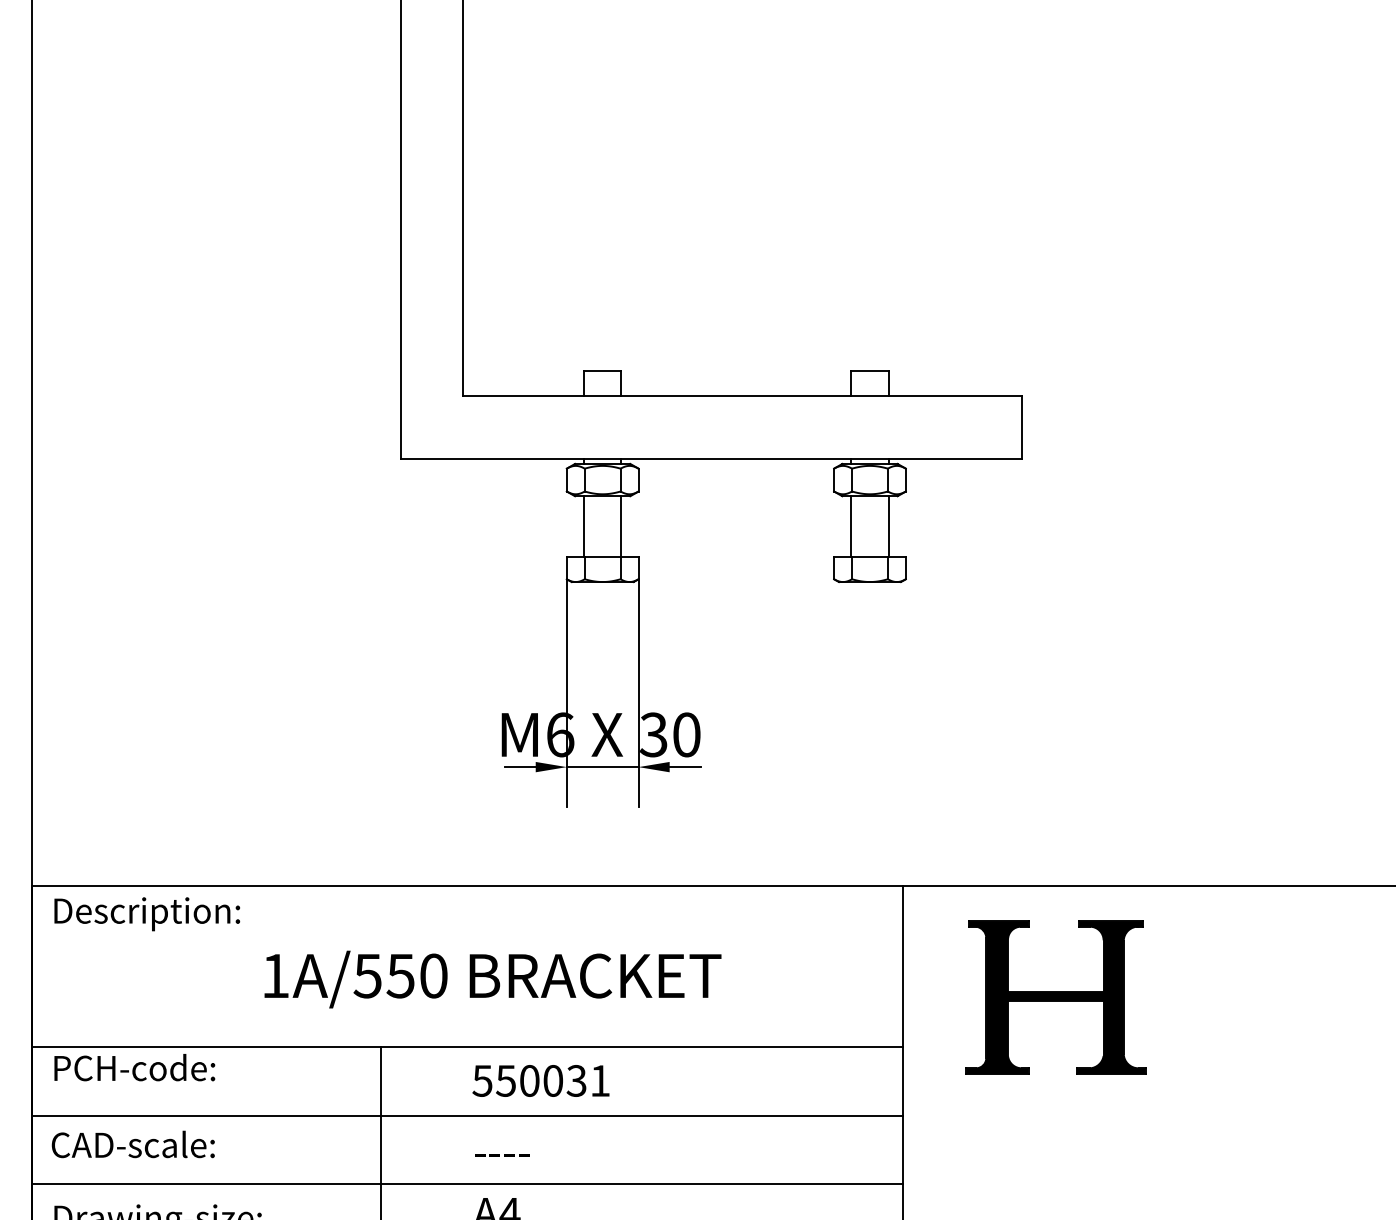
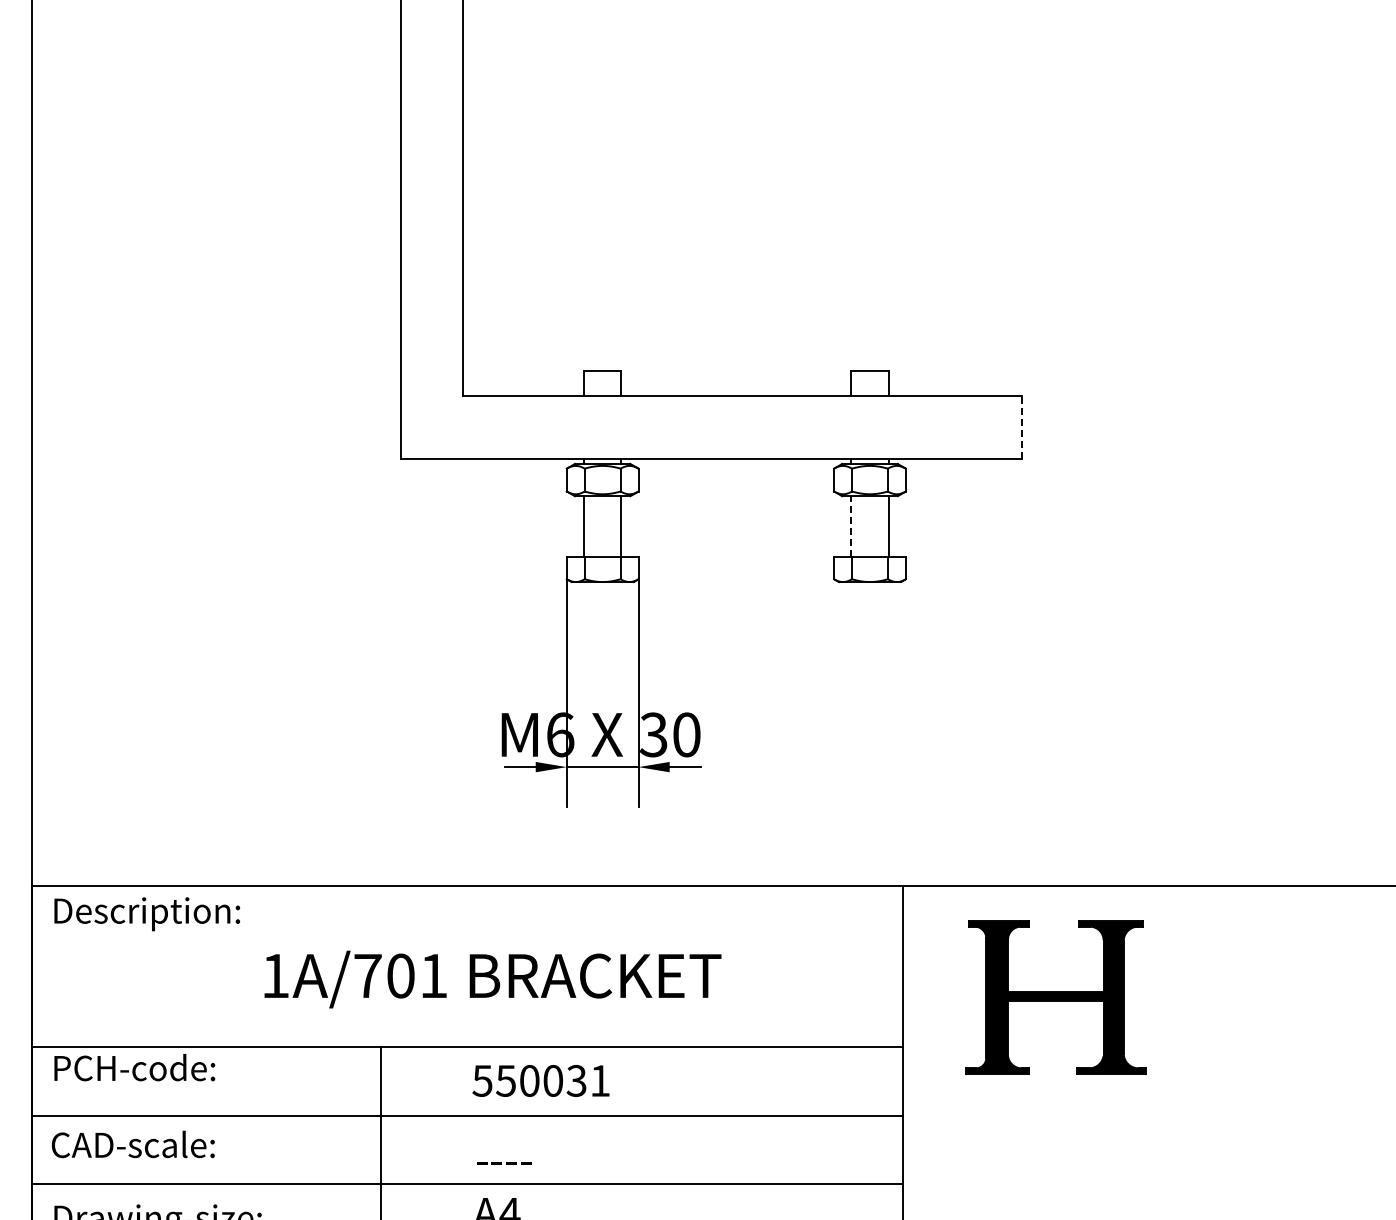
line at (1022, 427): solid -> dashed
line at (851, 526): solid -> dashed
text at (400, 975): 1A/550 -> 1A/701
text at (502, 1155) position: (502, 1155) -> (504, 1163)
